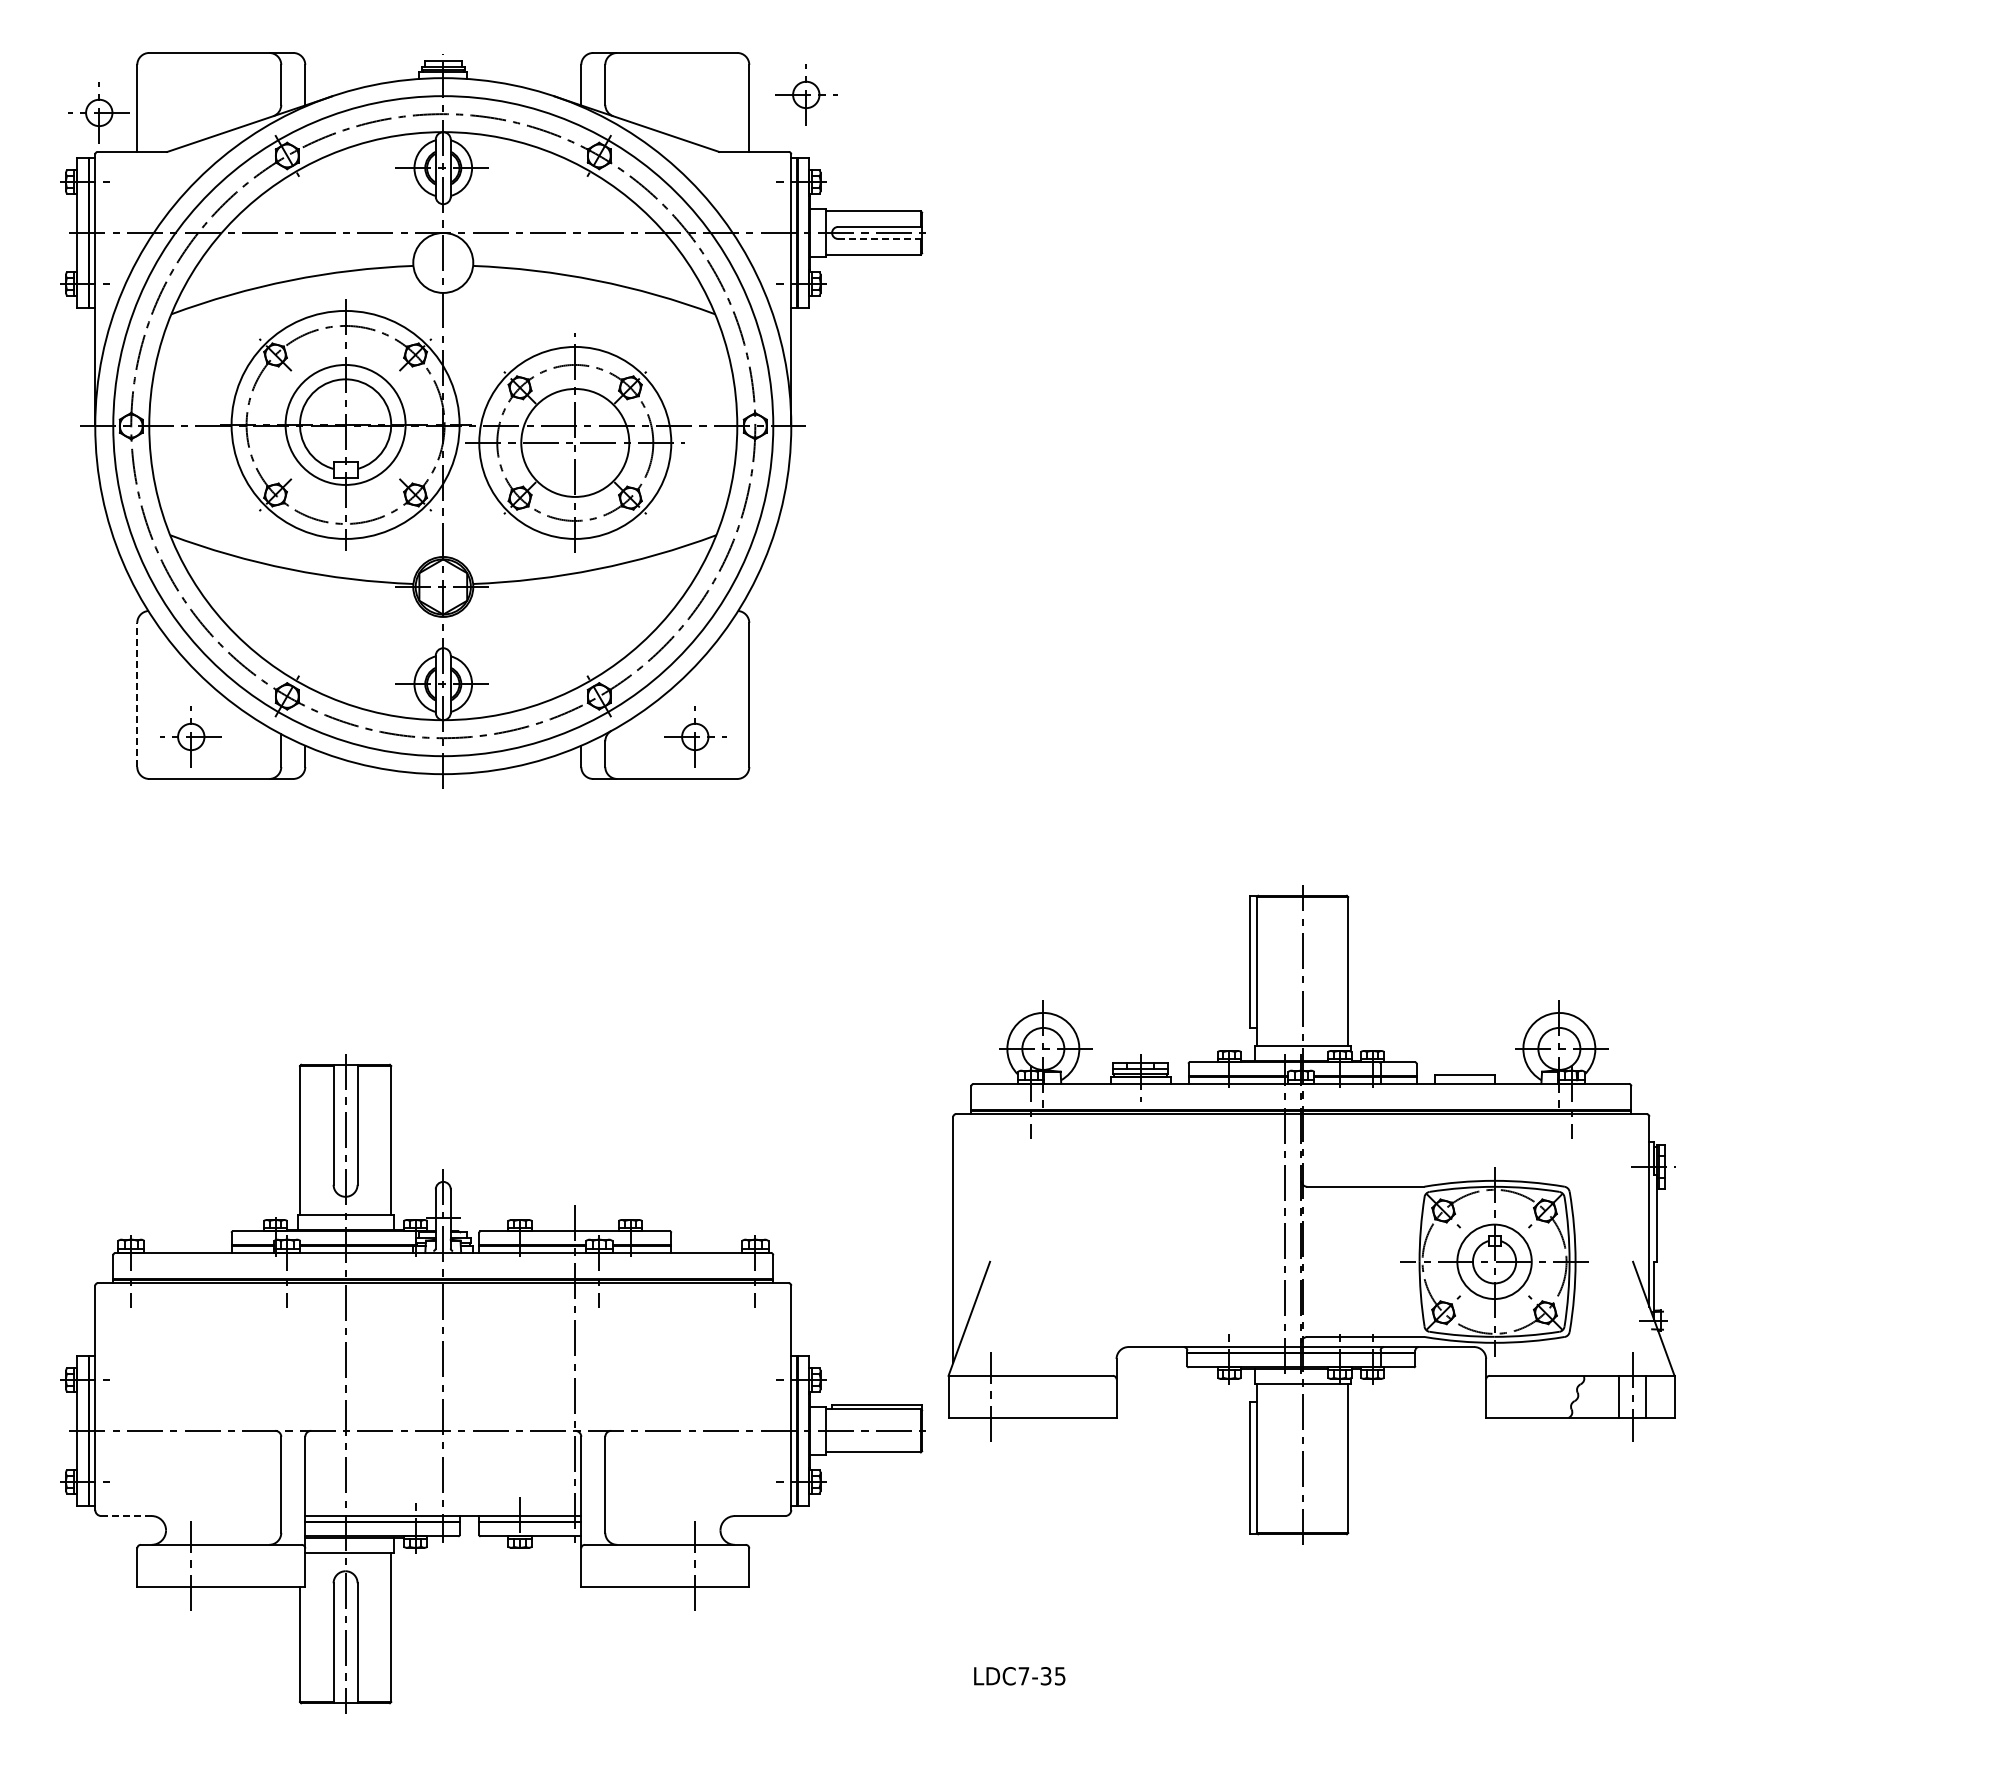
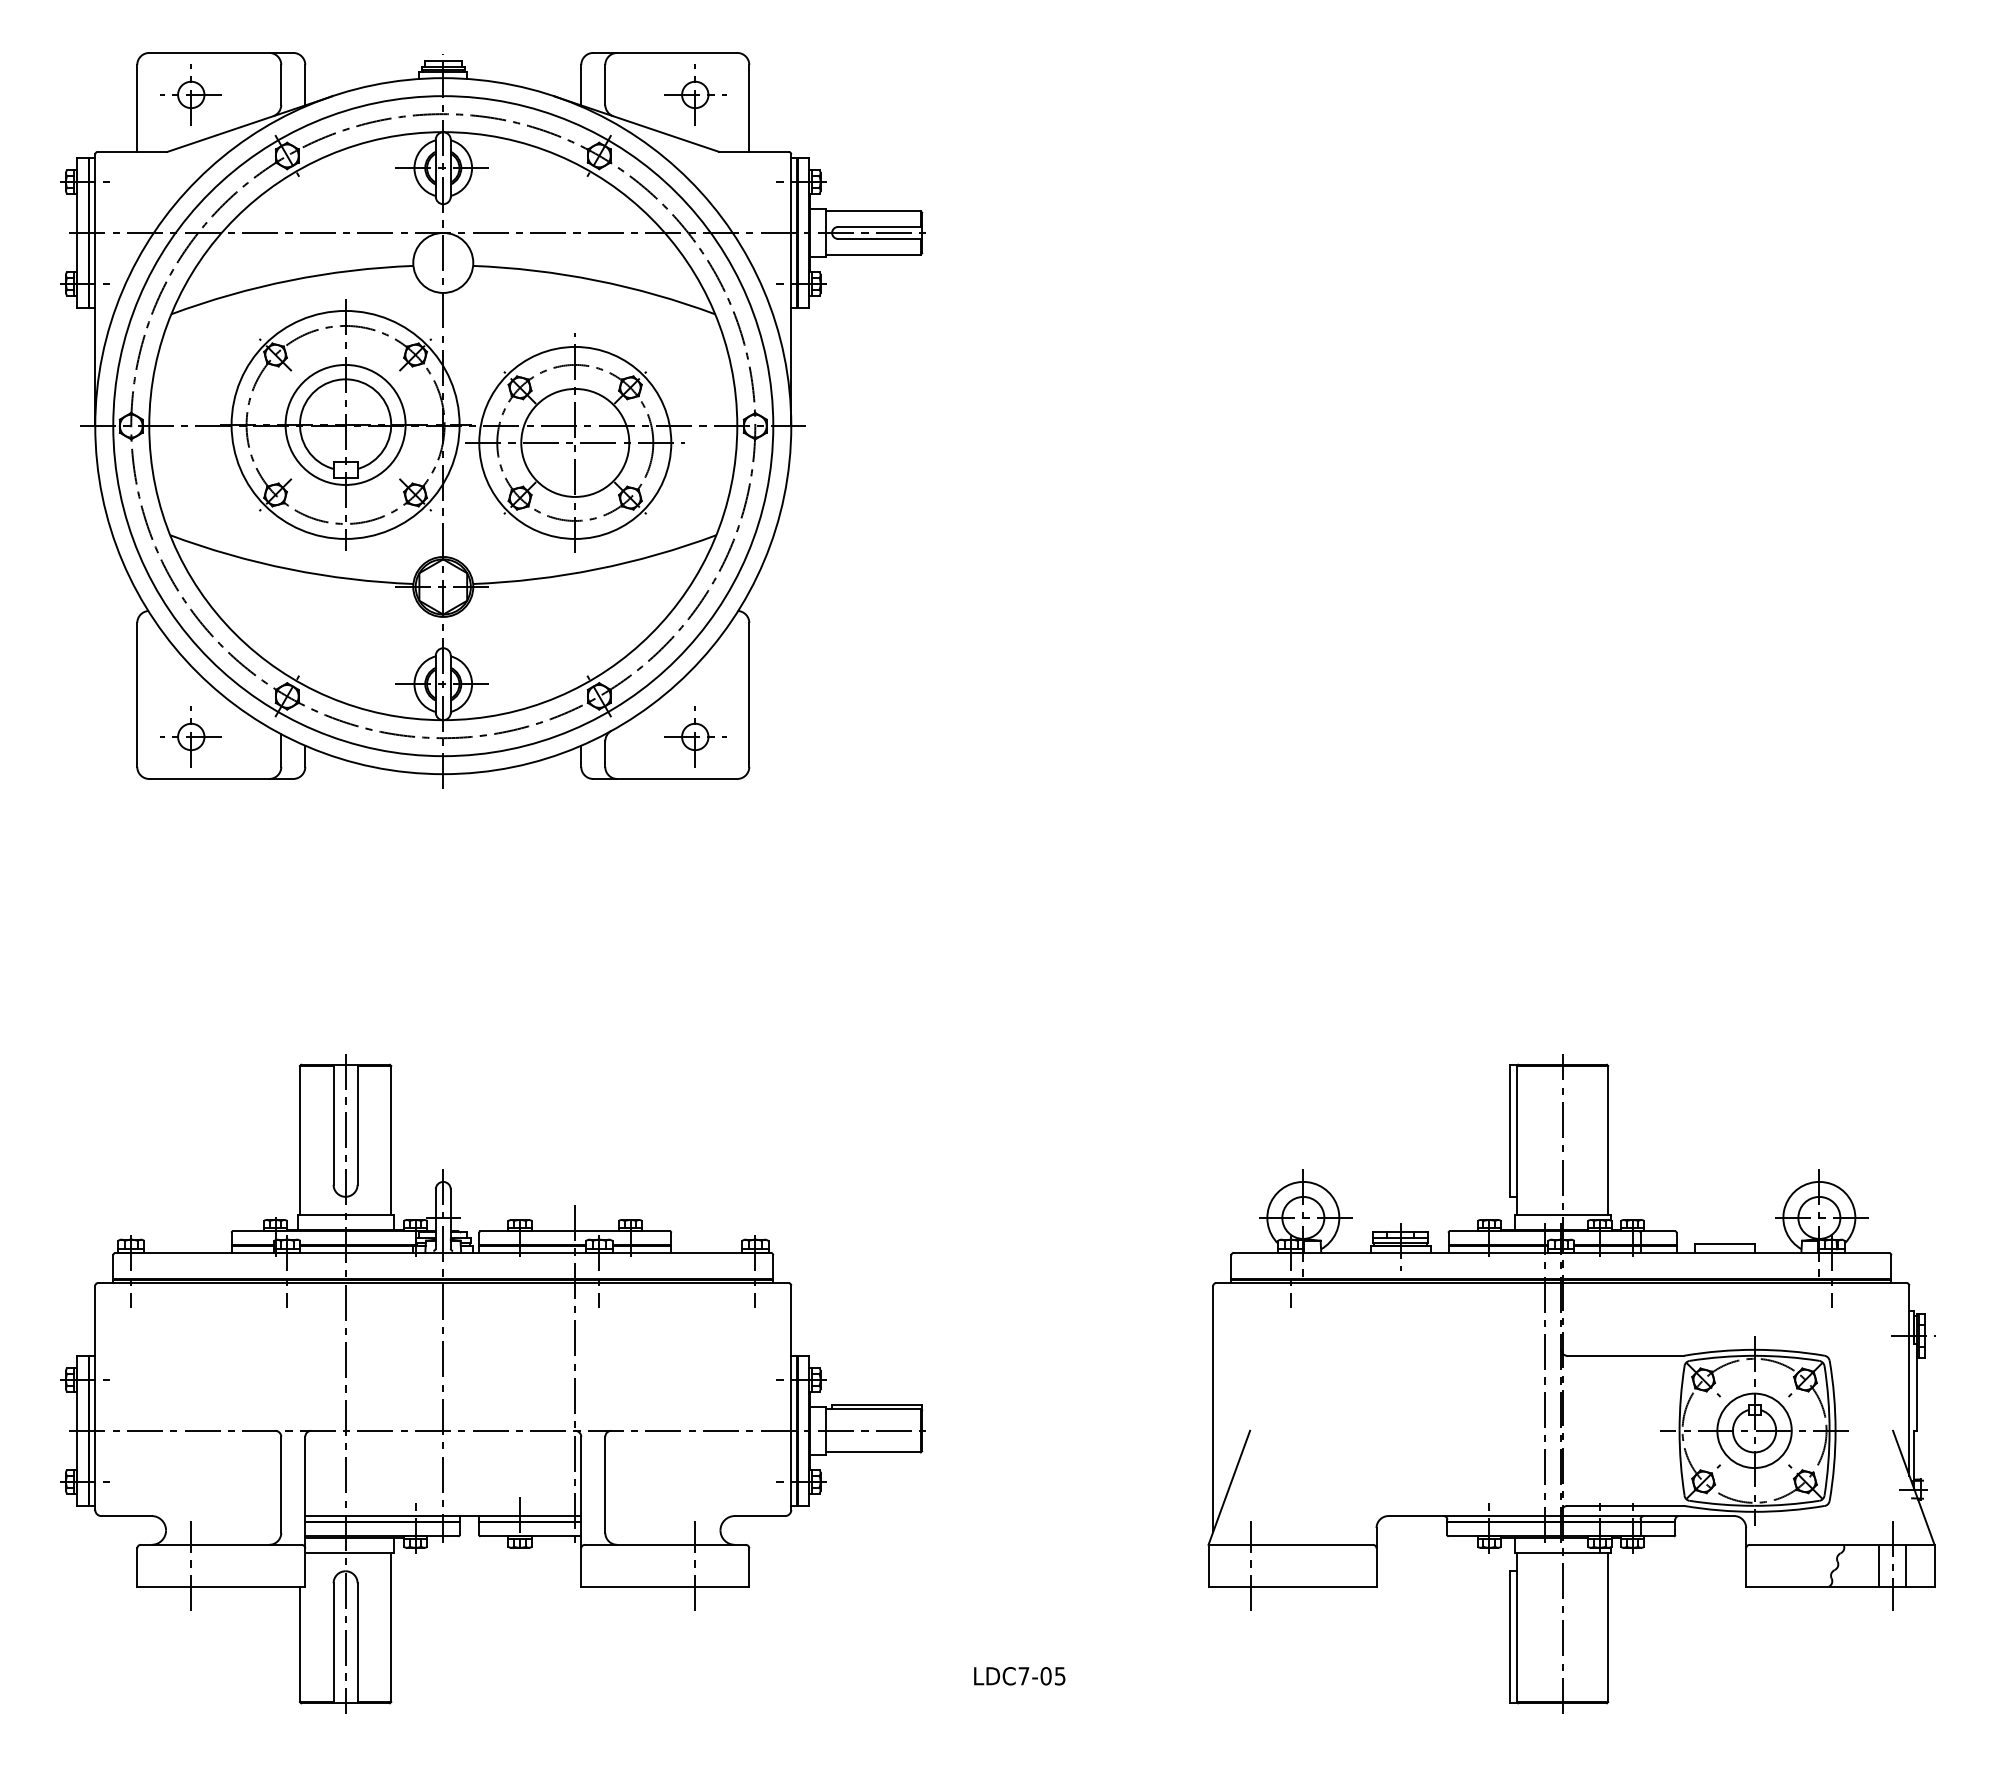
part at (806, 94) position: (806, 94) -> (695, 94)
part at (98, 112) position: (98, 112) -> (190, 94)
line at (880, 238): dashed -> solid
line at (137, 694): dashed -> solid
part at (1311, 1214) position: (1311, 1214) -> (1571, 1383)
line at (125, 1516): dashed -> solid
text at (1045, 1676): LDC7-35 -> LDC7-05
